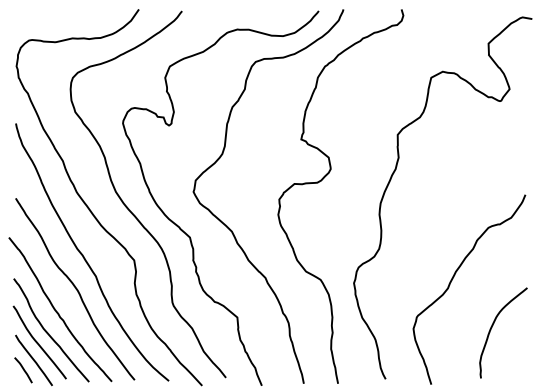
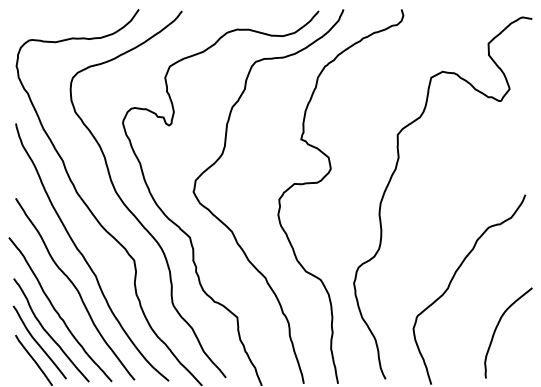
curve at (492, 327) position: (492, 327) -> (497, 327)
line at (23, 370): present -> none
